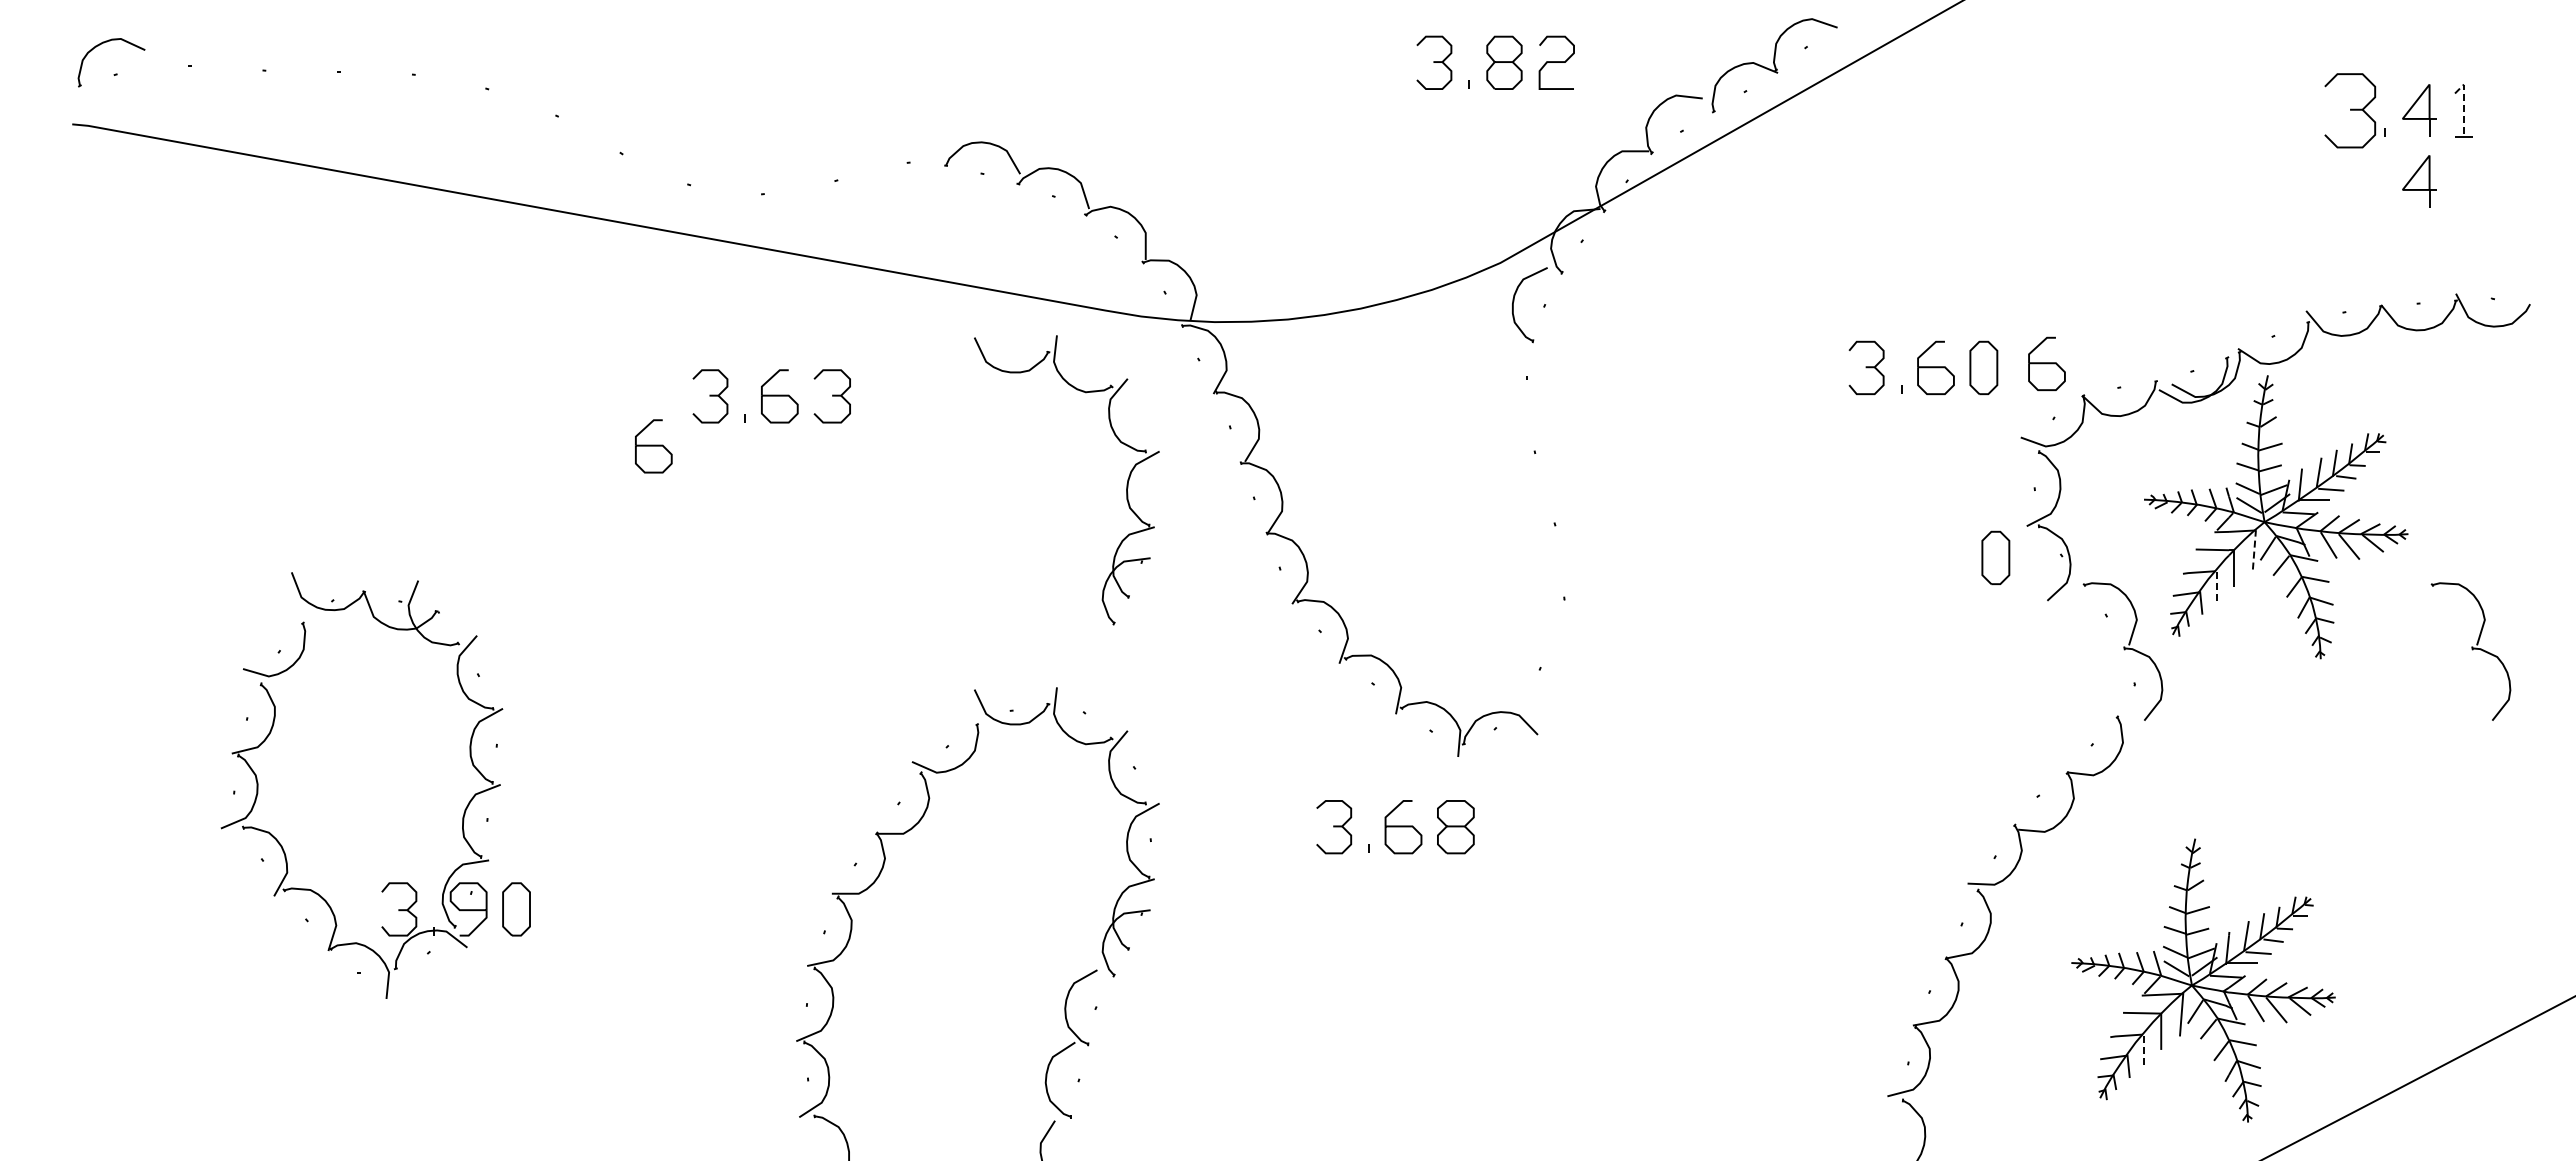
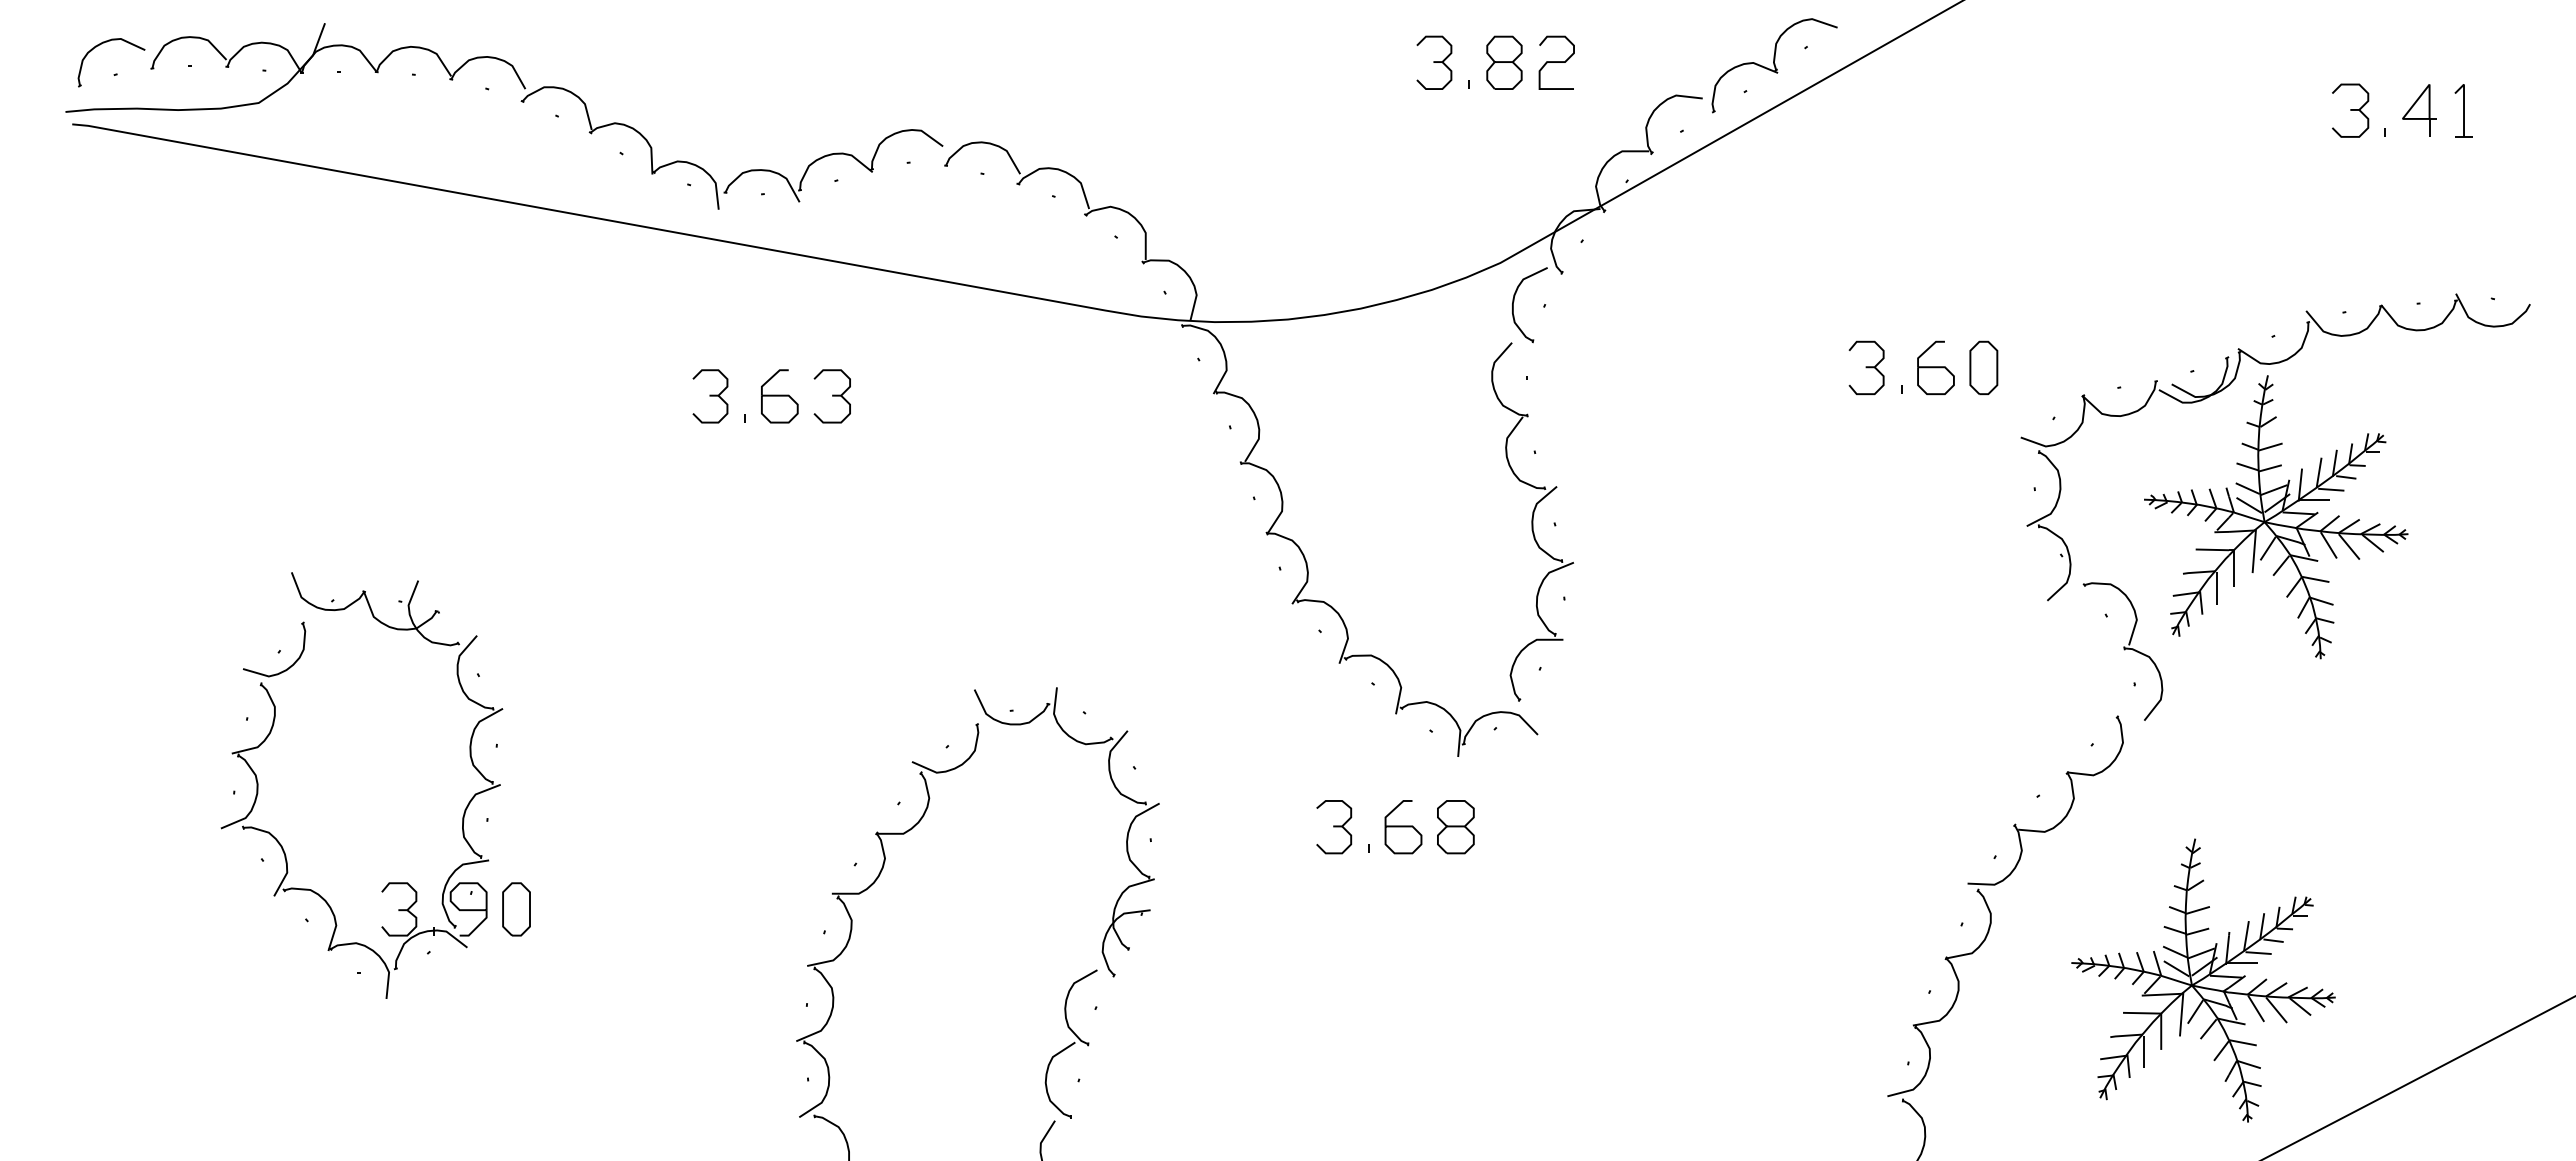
part at (520, 101): none -> present
line at (2464, 104): dashed -> solid
part at (2350, 110) size: 53x76 px -> 38x55 px
part at (2419, 181): present -> none
part at (2046, 363): present -> none
part at (653, 446): present -> none
part at (1126, 483): present -> none
part at (1532, 521): none -> present
line at (2254, 551): dashed -> solid
part at (1995, 557): present -> none
line at (2217, 589): dashed -> solid
part at (2470, 651): present -> none
line at (2144, 1052): dashed -> solid
